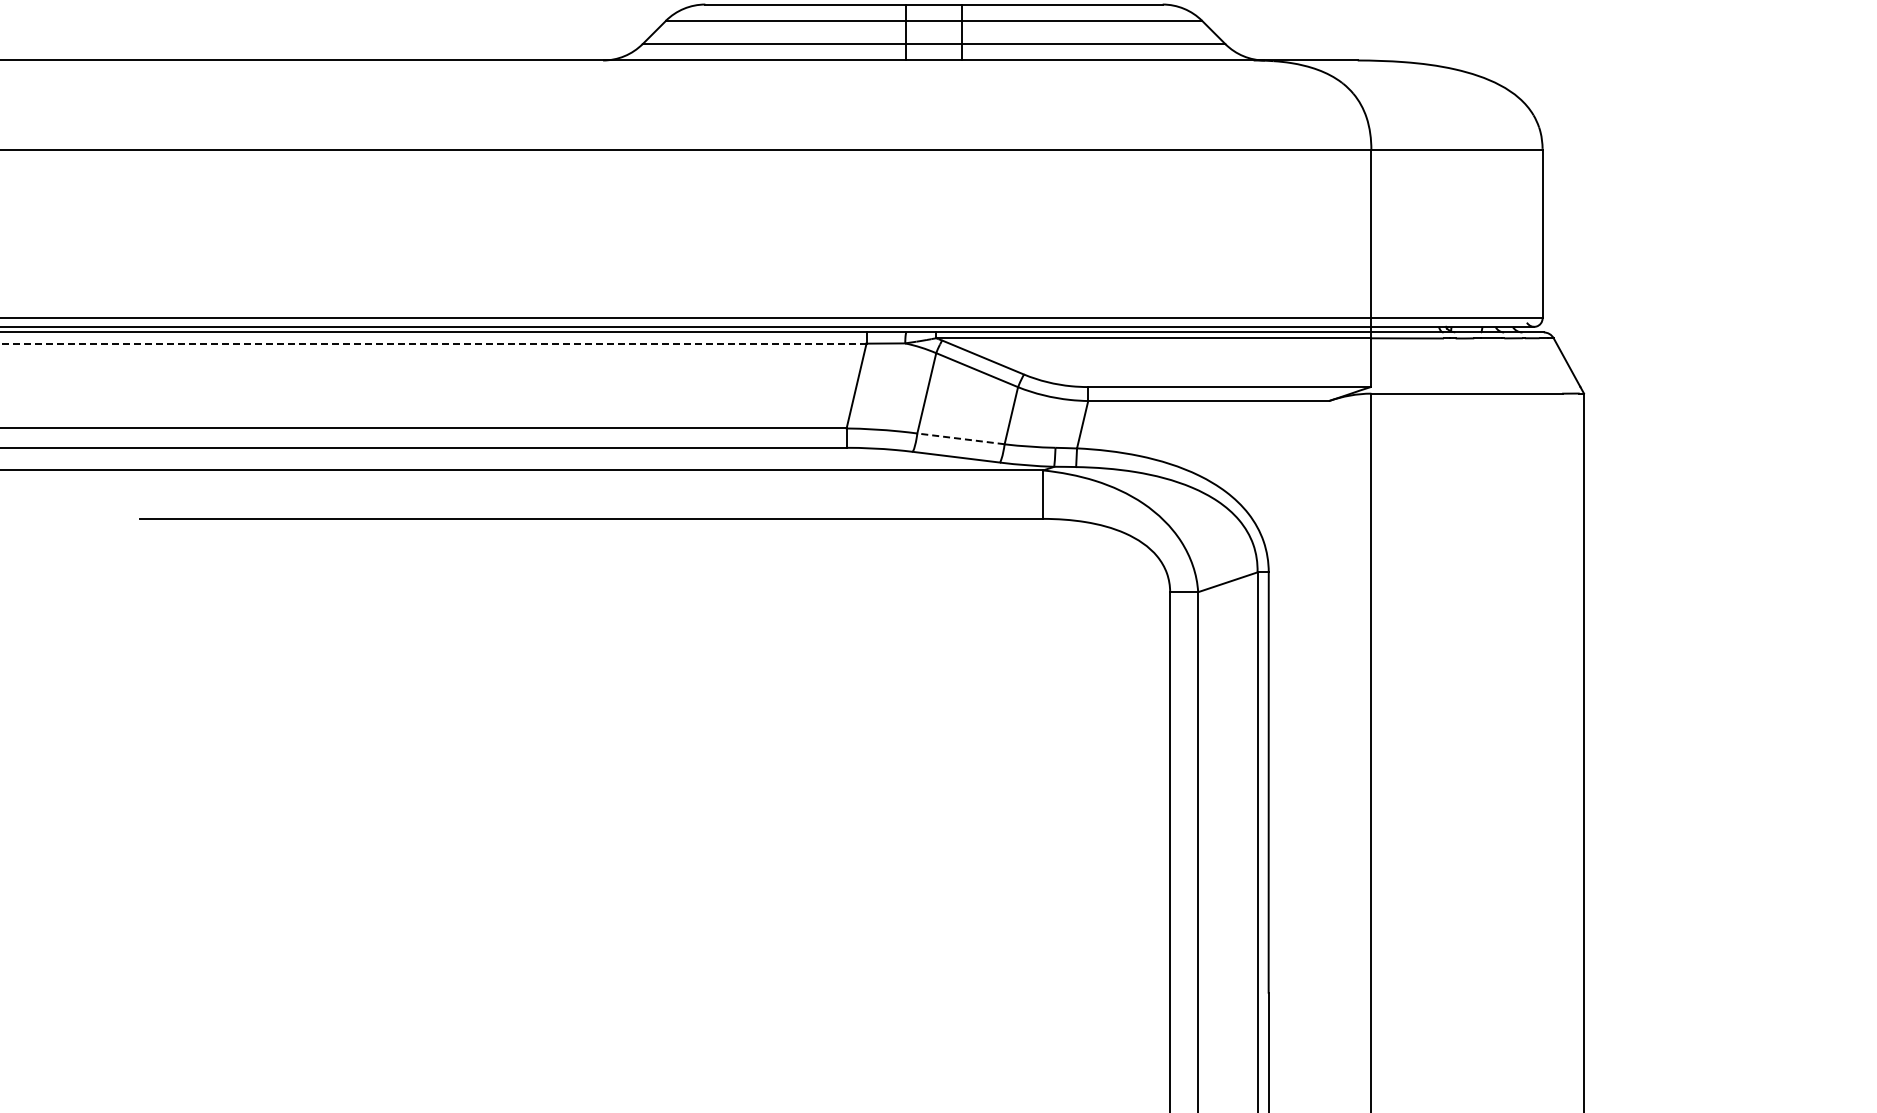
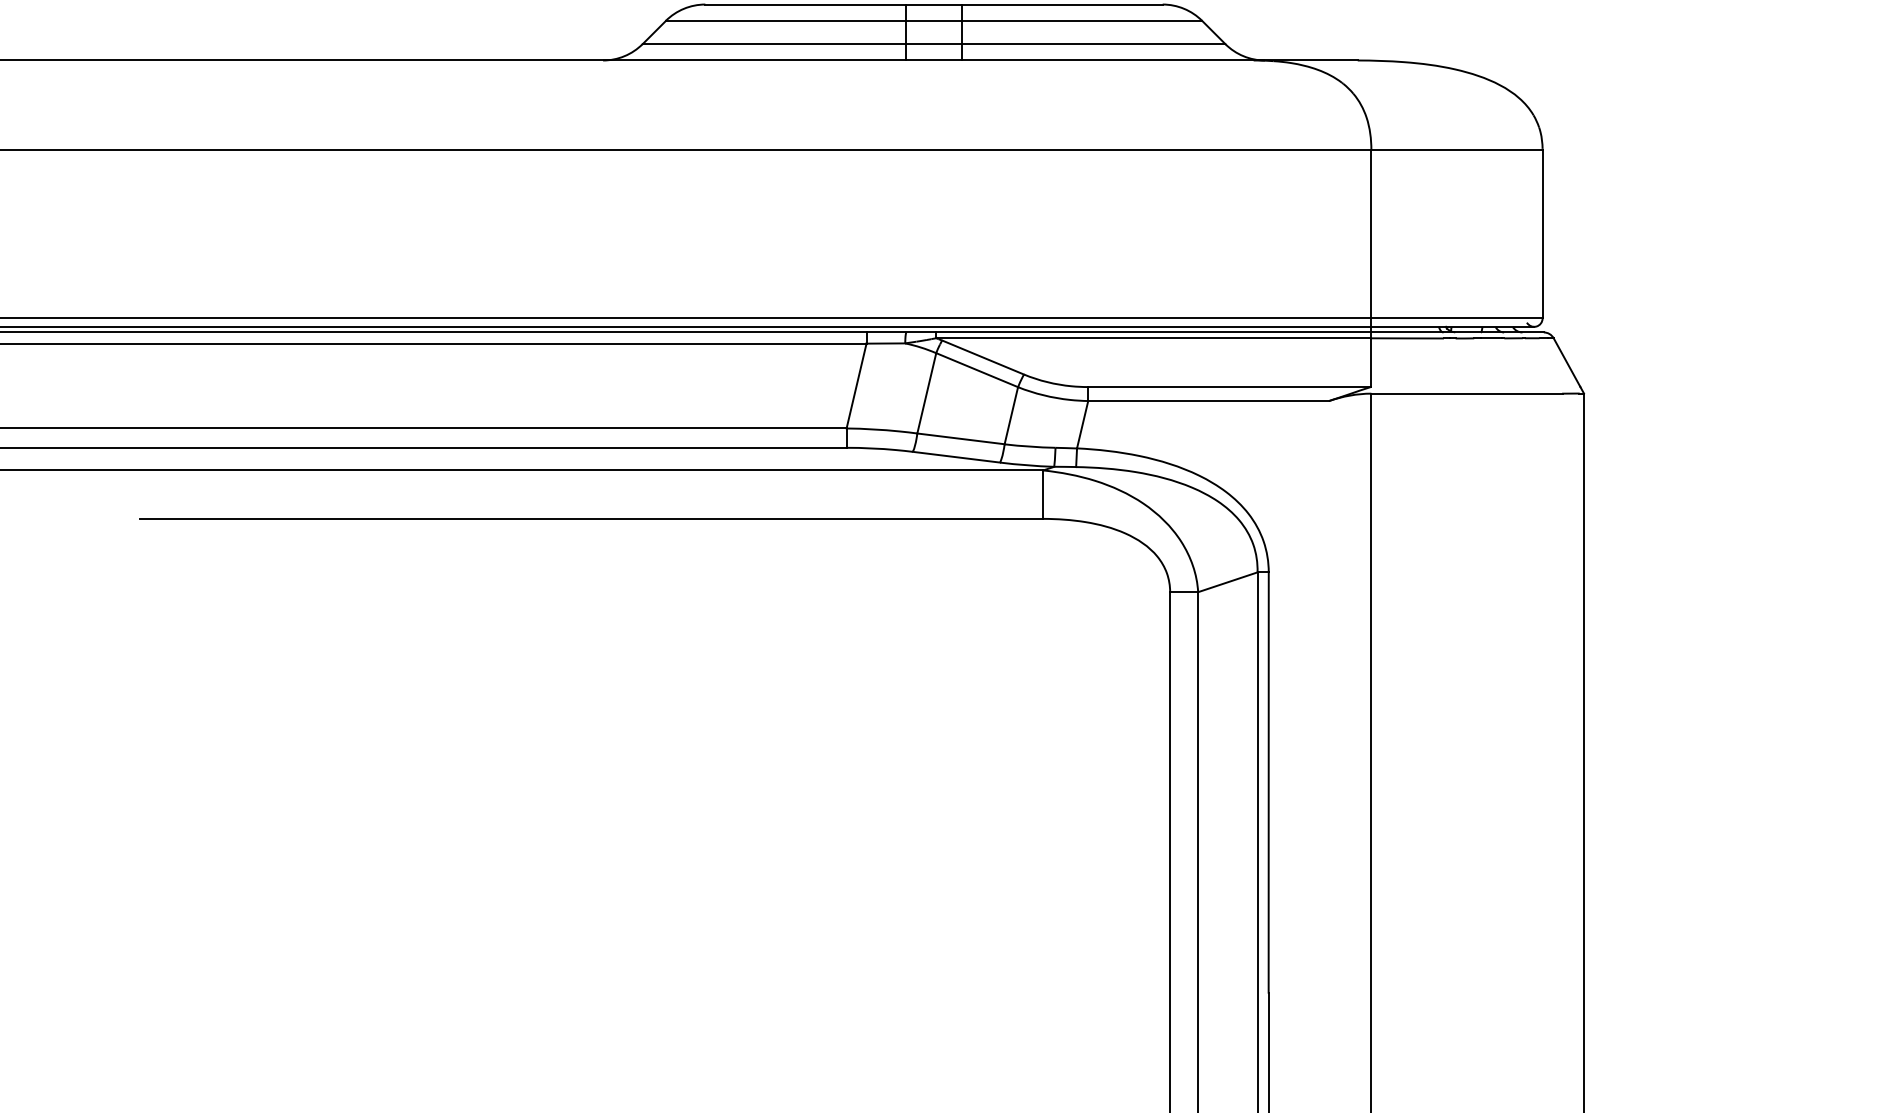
line at (433, 343): dashed -> solid
line at (961, 438): dashed -> solid
